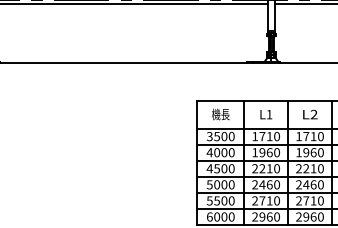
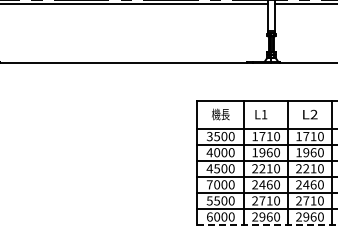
text at (266, 114) position: (266, 114) -> (261, 114)
text at (209, 184): 5000 -> 7000
line at (267, 225): solid -> dashed
